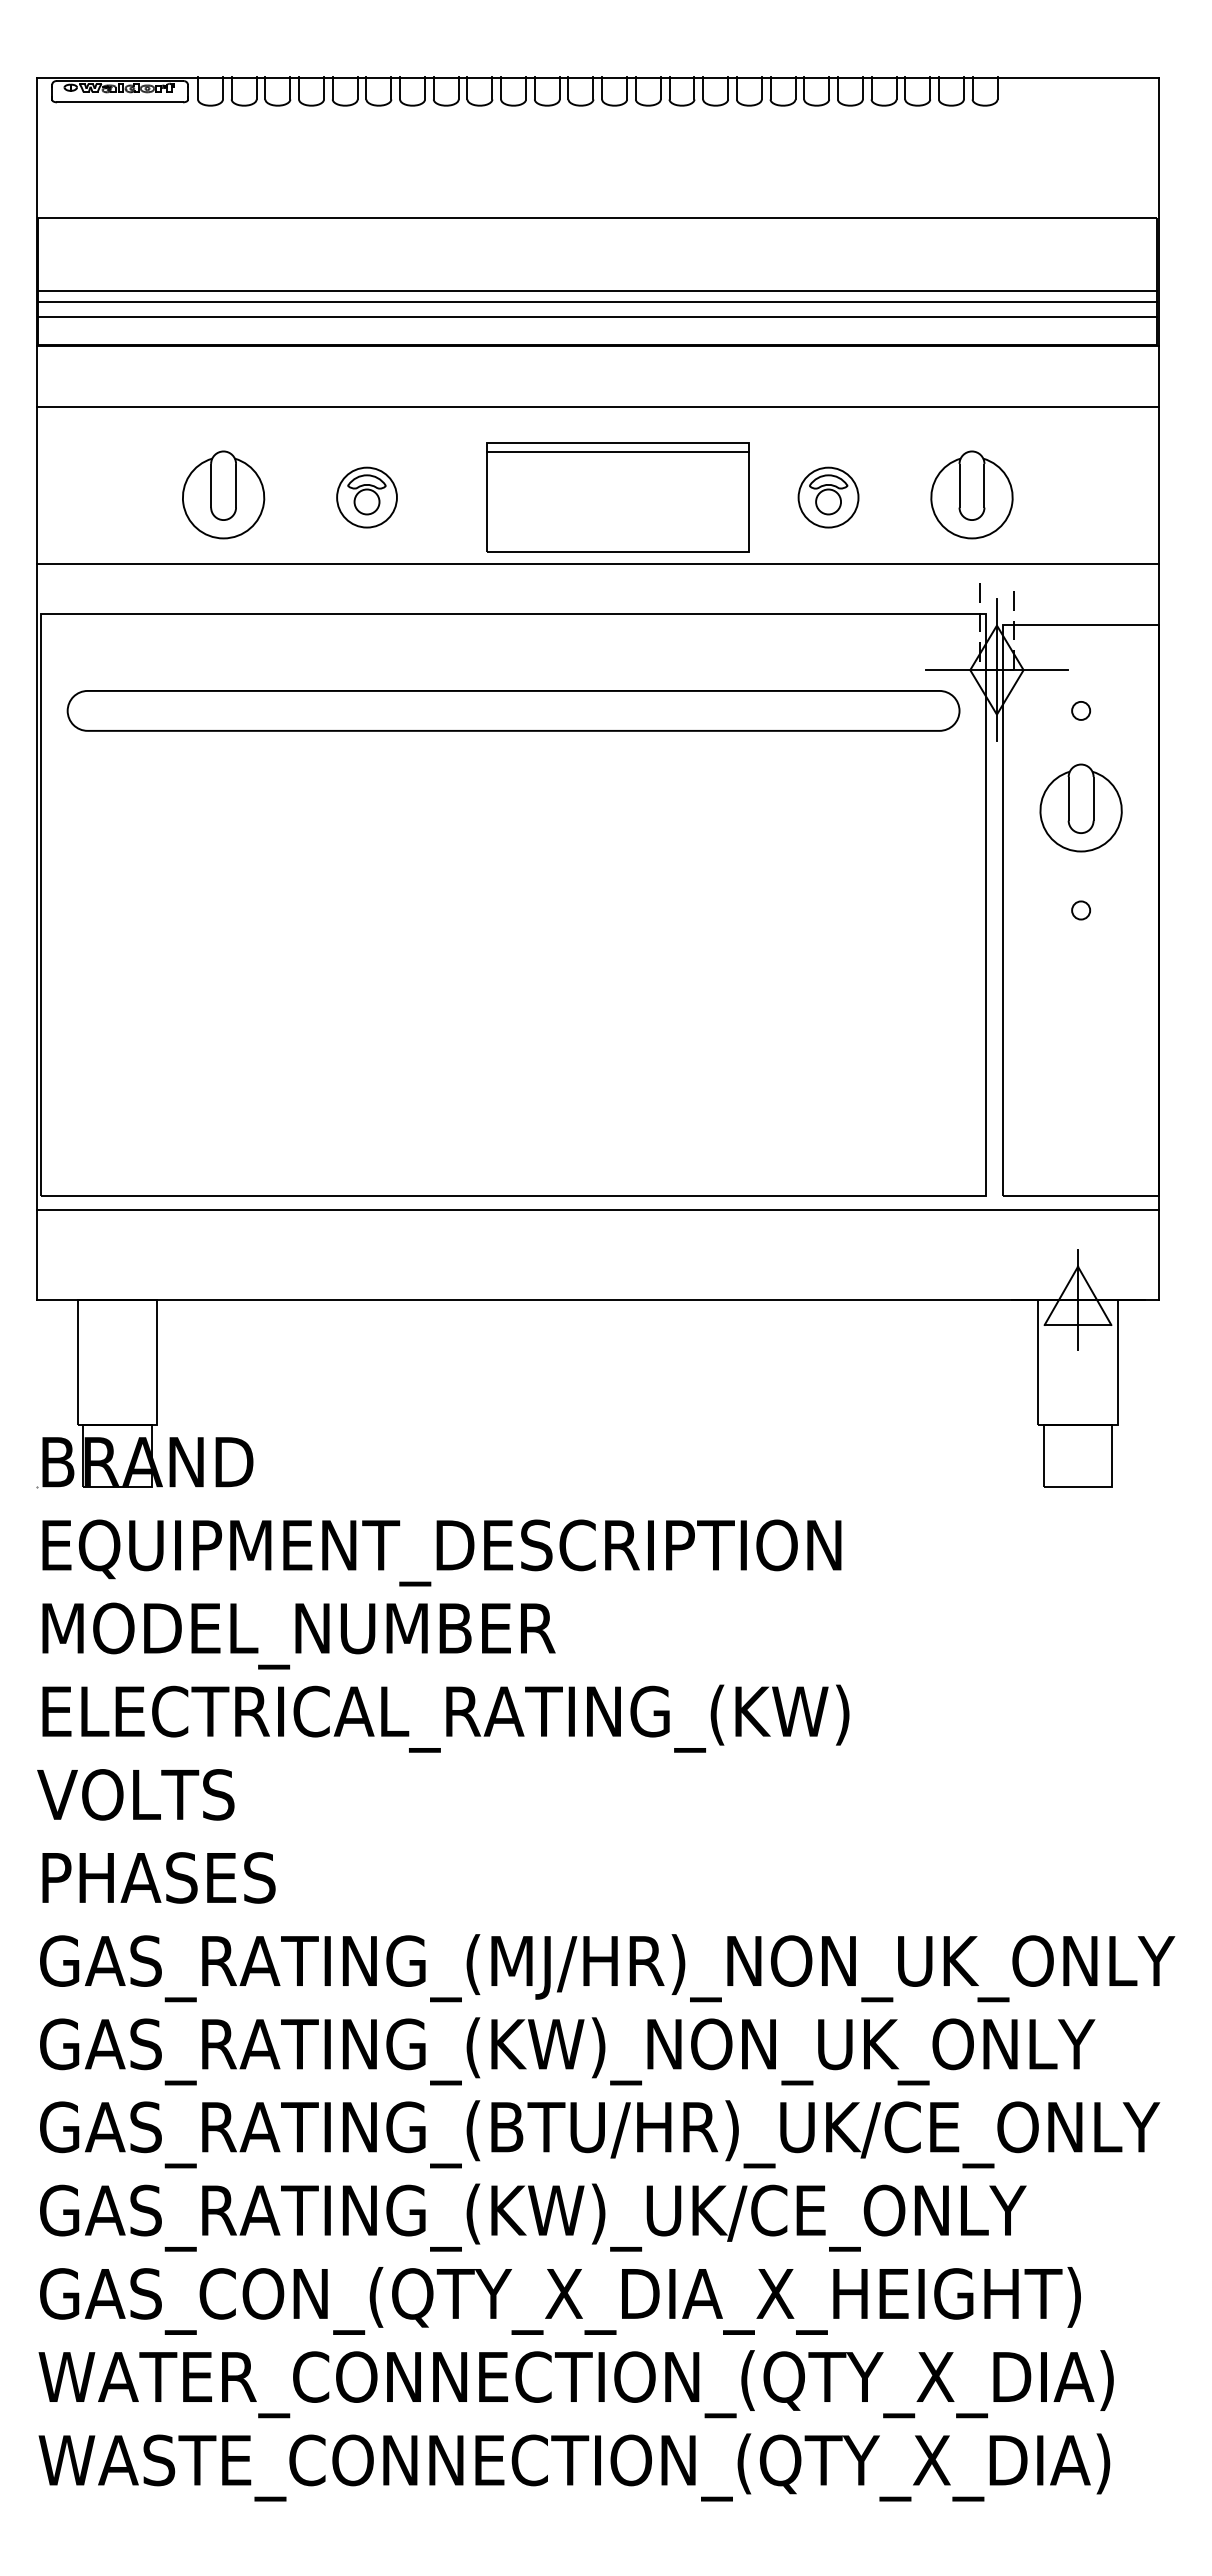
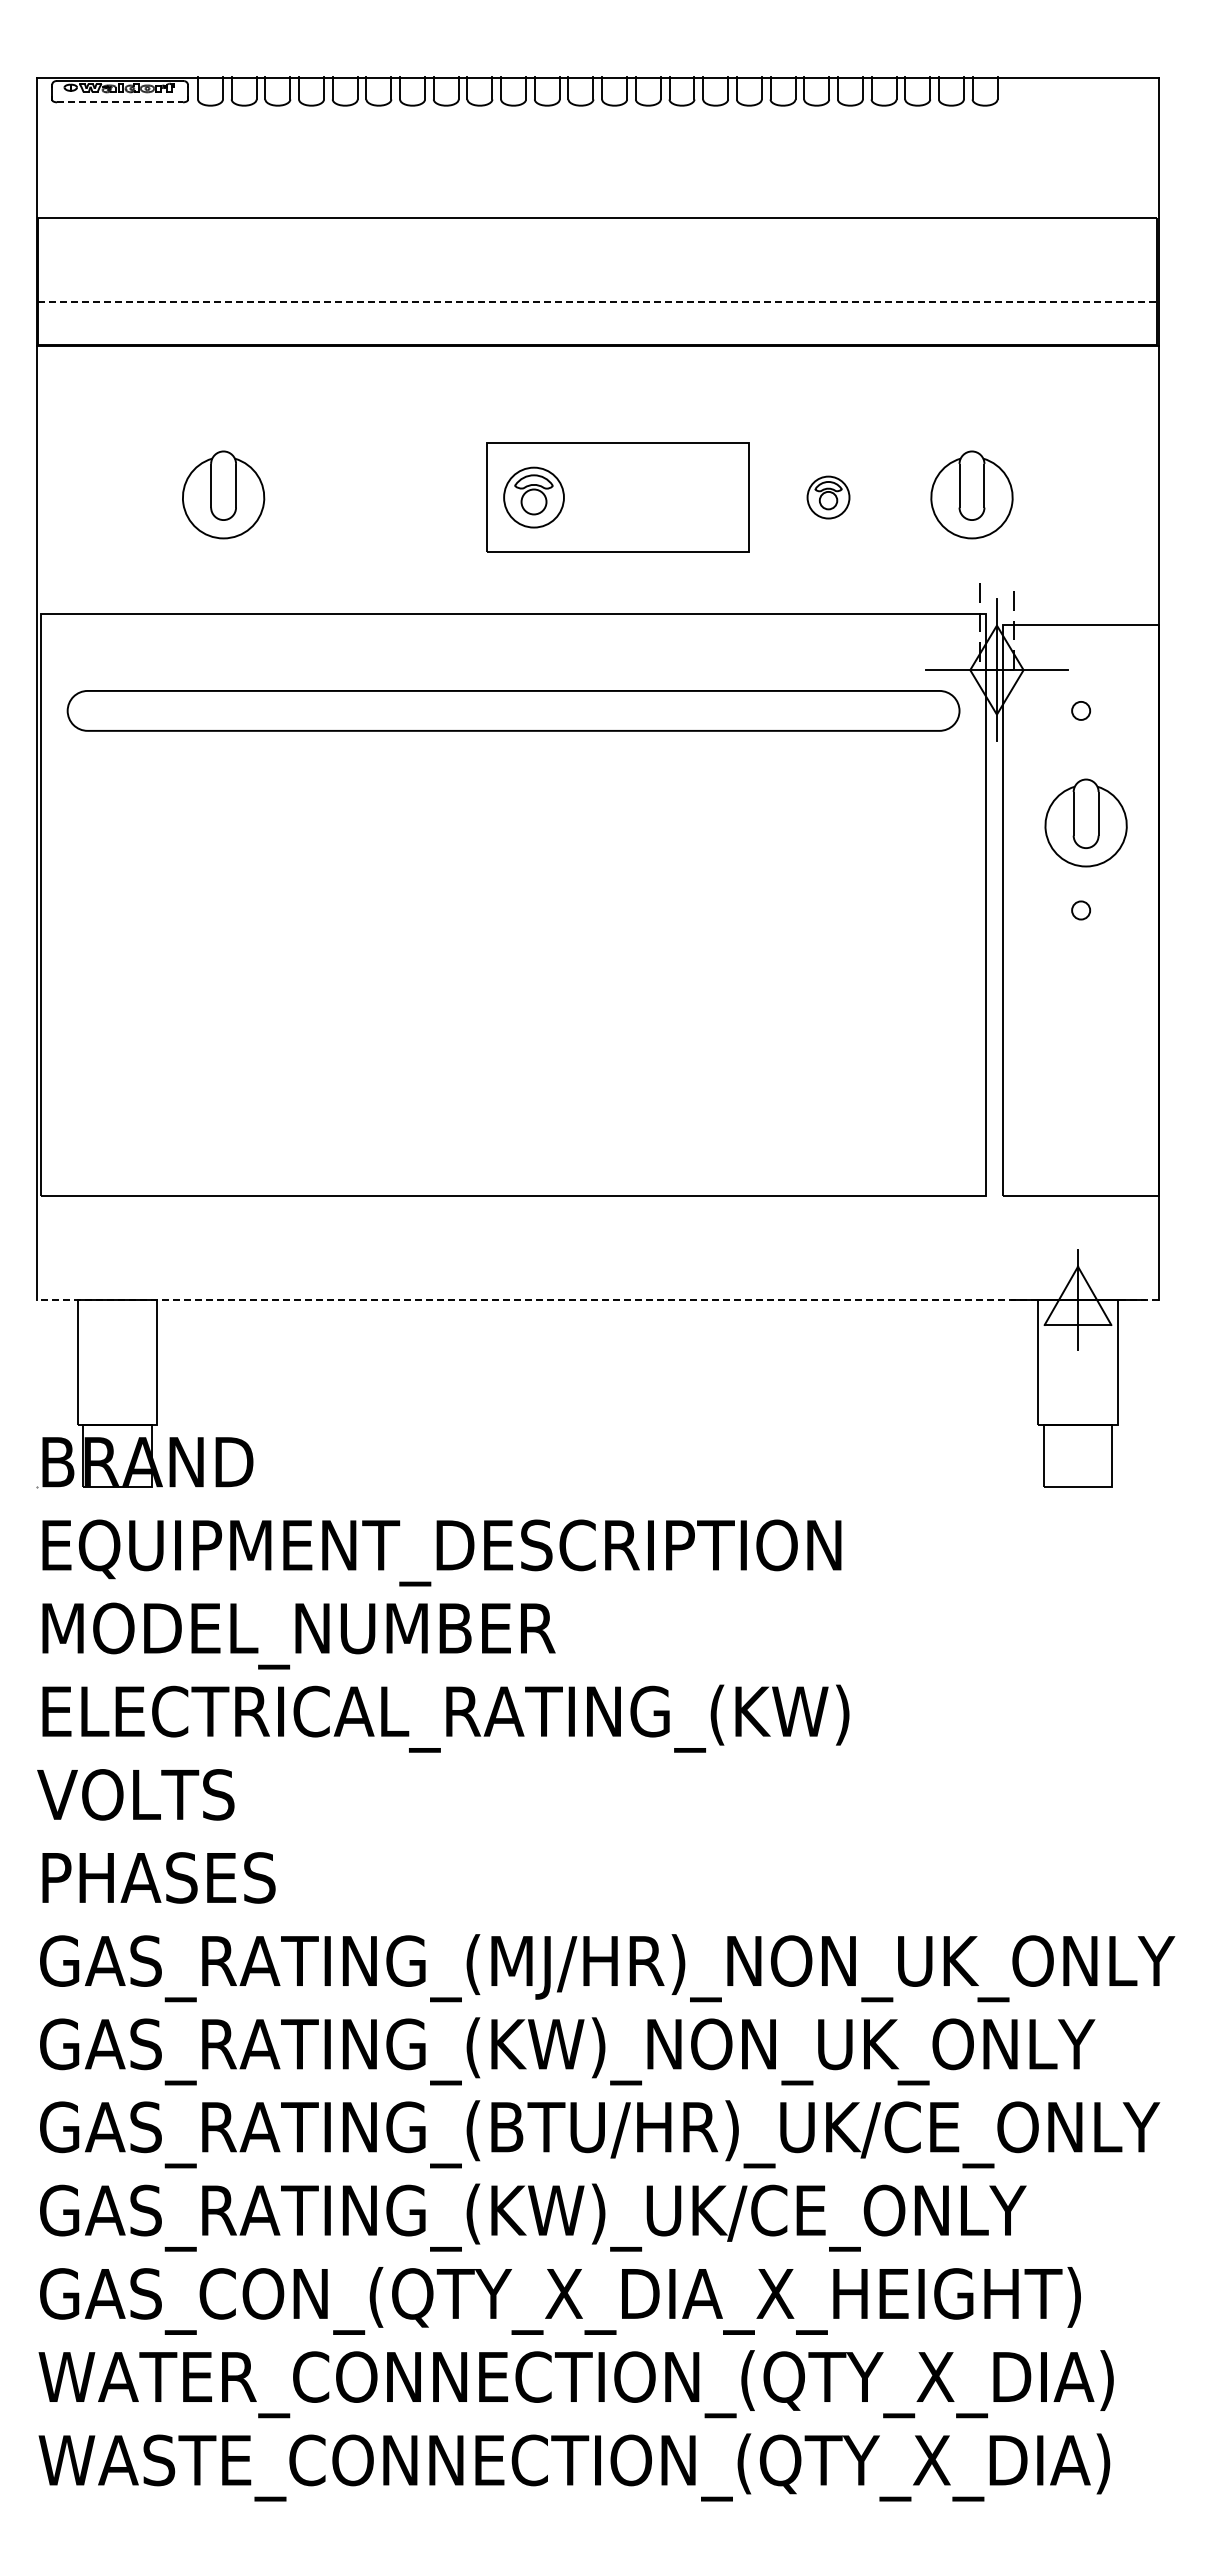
line at (120, 102): solid -> dashed
line at (597, 291): present -> none
line at (598, 302): solid -> dashed
line at (597, 316): present -> none
line at (597, 406): present -> none
line at (618, 452): present -> none
part at (366, 497) position: (366, 497) -> (533, 497)
part at (828, 497) size: 63x63 px -> 45x45 px
line at (597, 564): present -> none
part at (1080, 807) position: (1080, 807) -> (1085, 822)
line at (597, 1209): present -> none
line at (597, 1300): solid -> dashed
